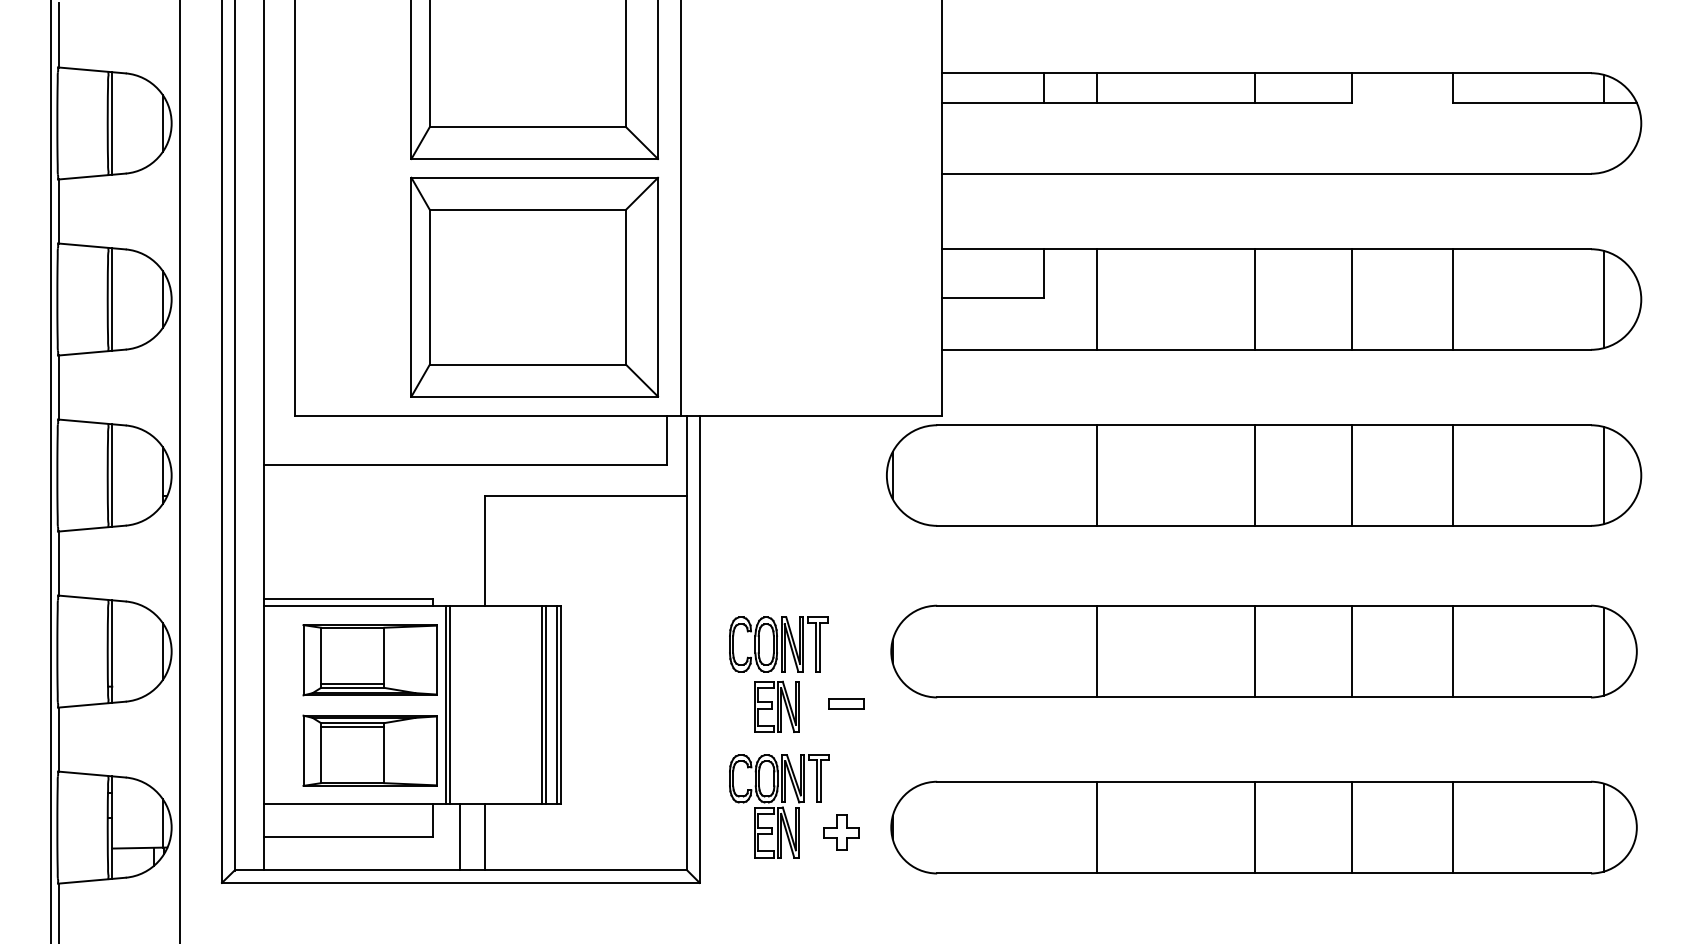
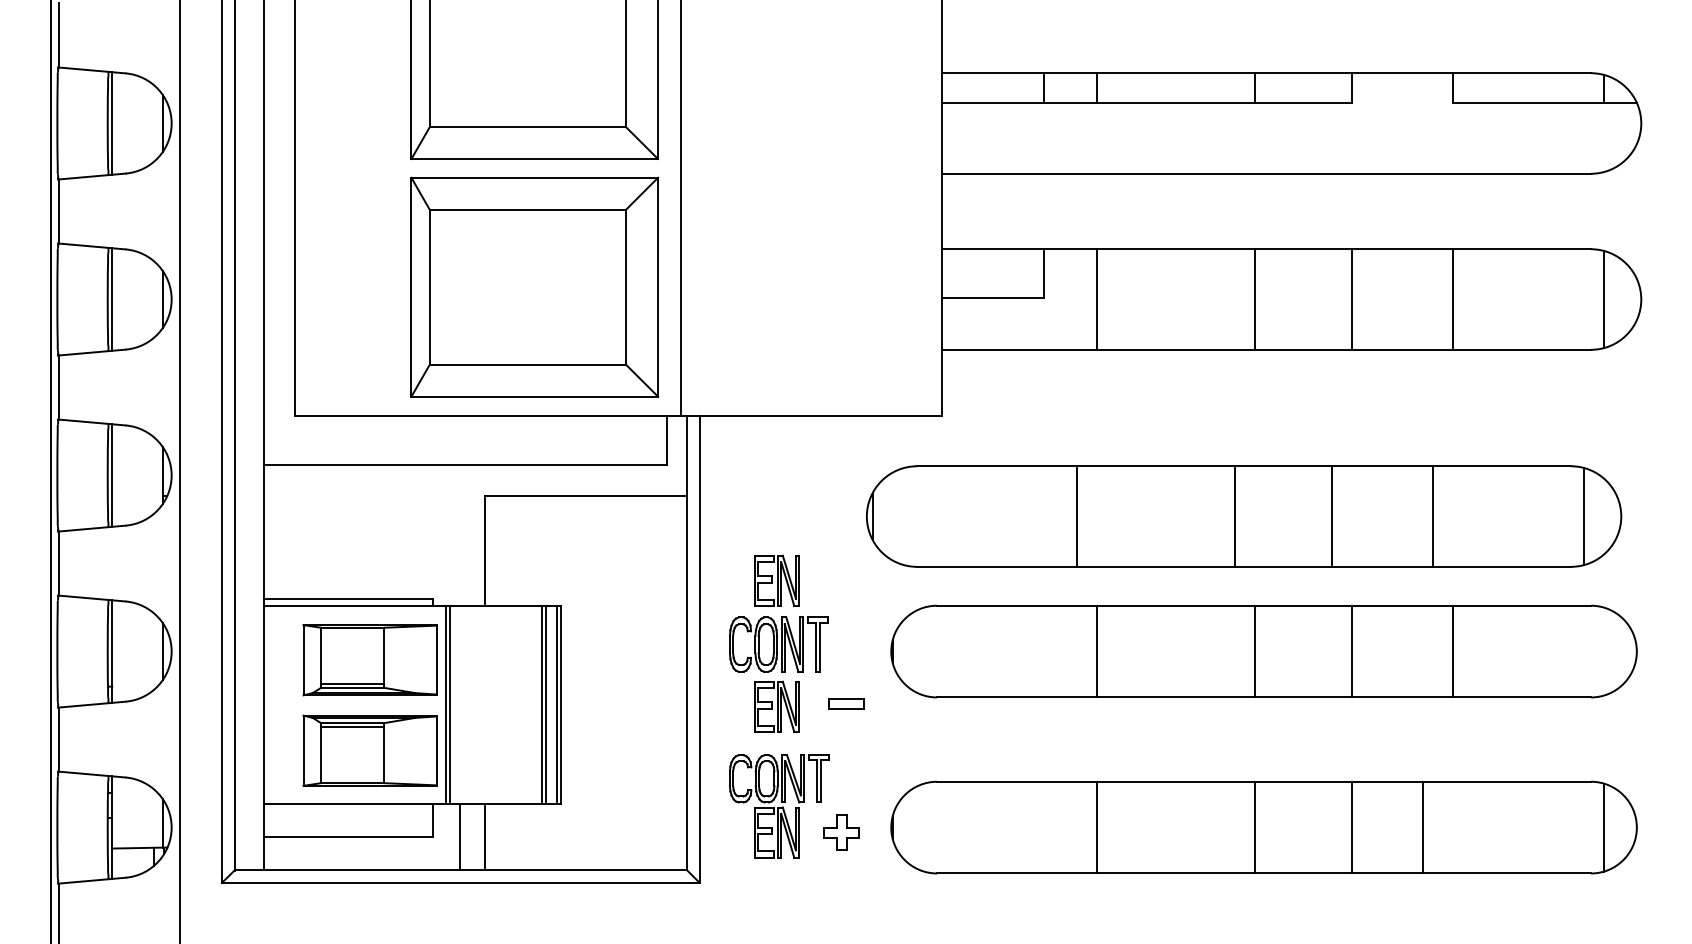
part at (1264, 475) position: (1264, 475) -> (1244, 516)
part at (776, 580): none -> present
line at (1603, 651): present -> none
line at (1452, 827) position: (1452, 827) -> (1422, 827)
